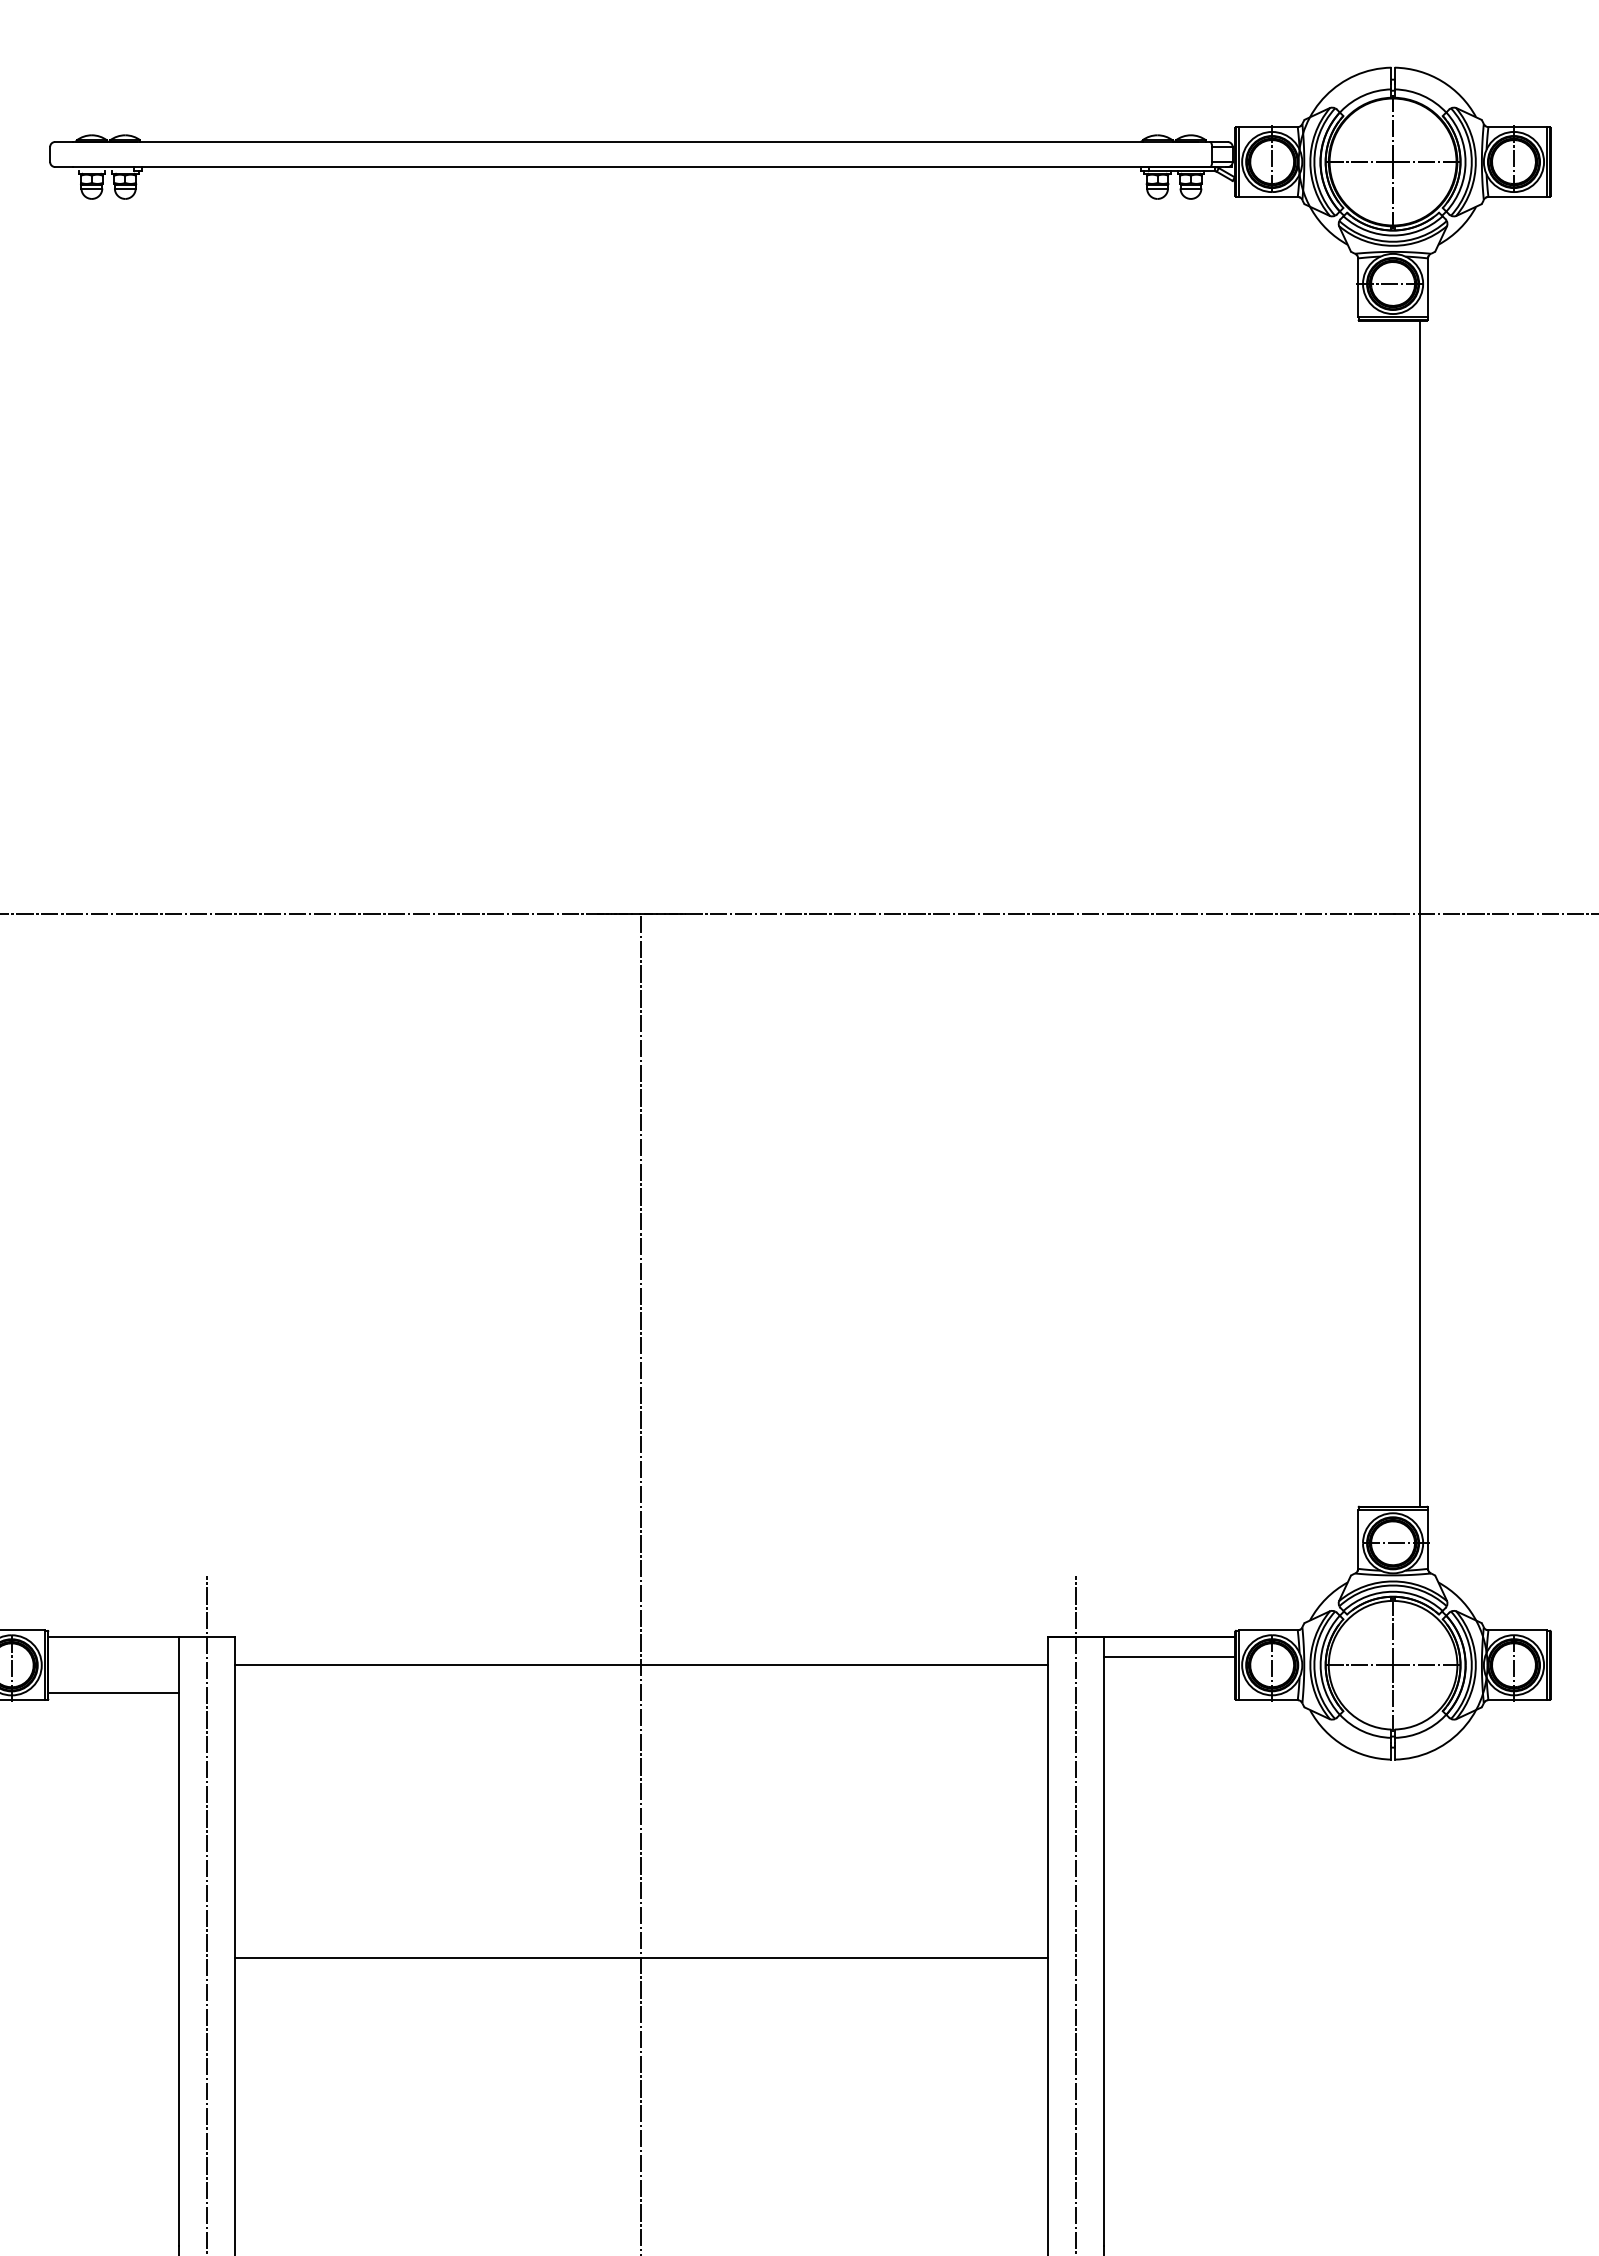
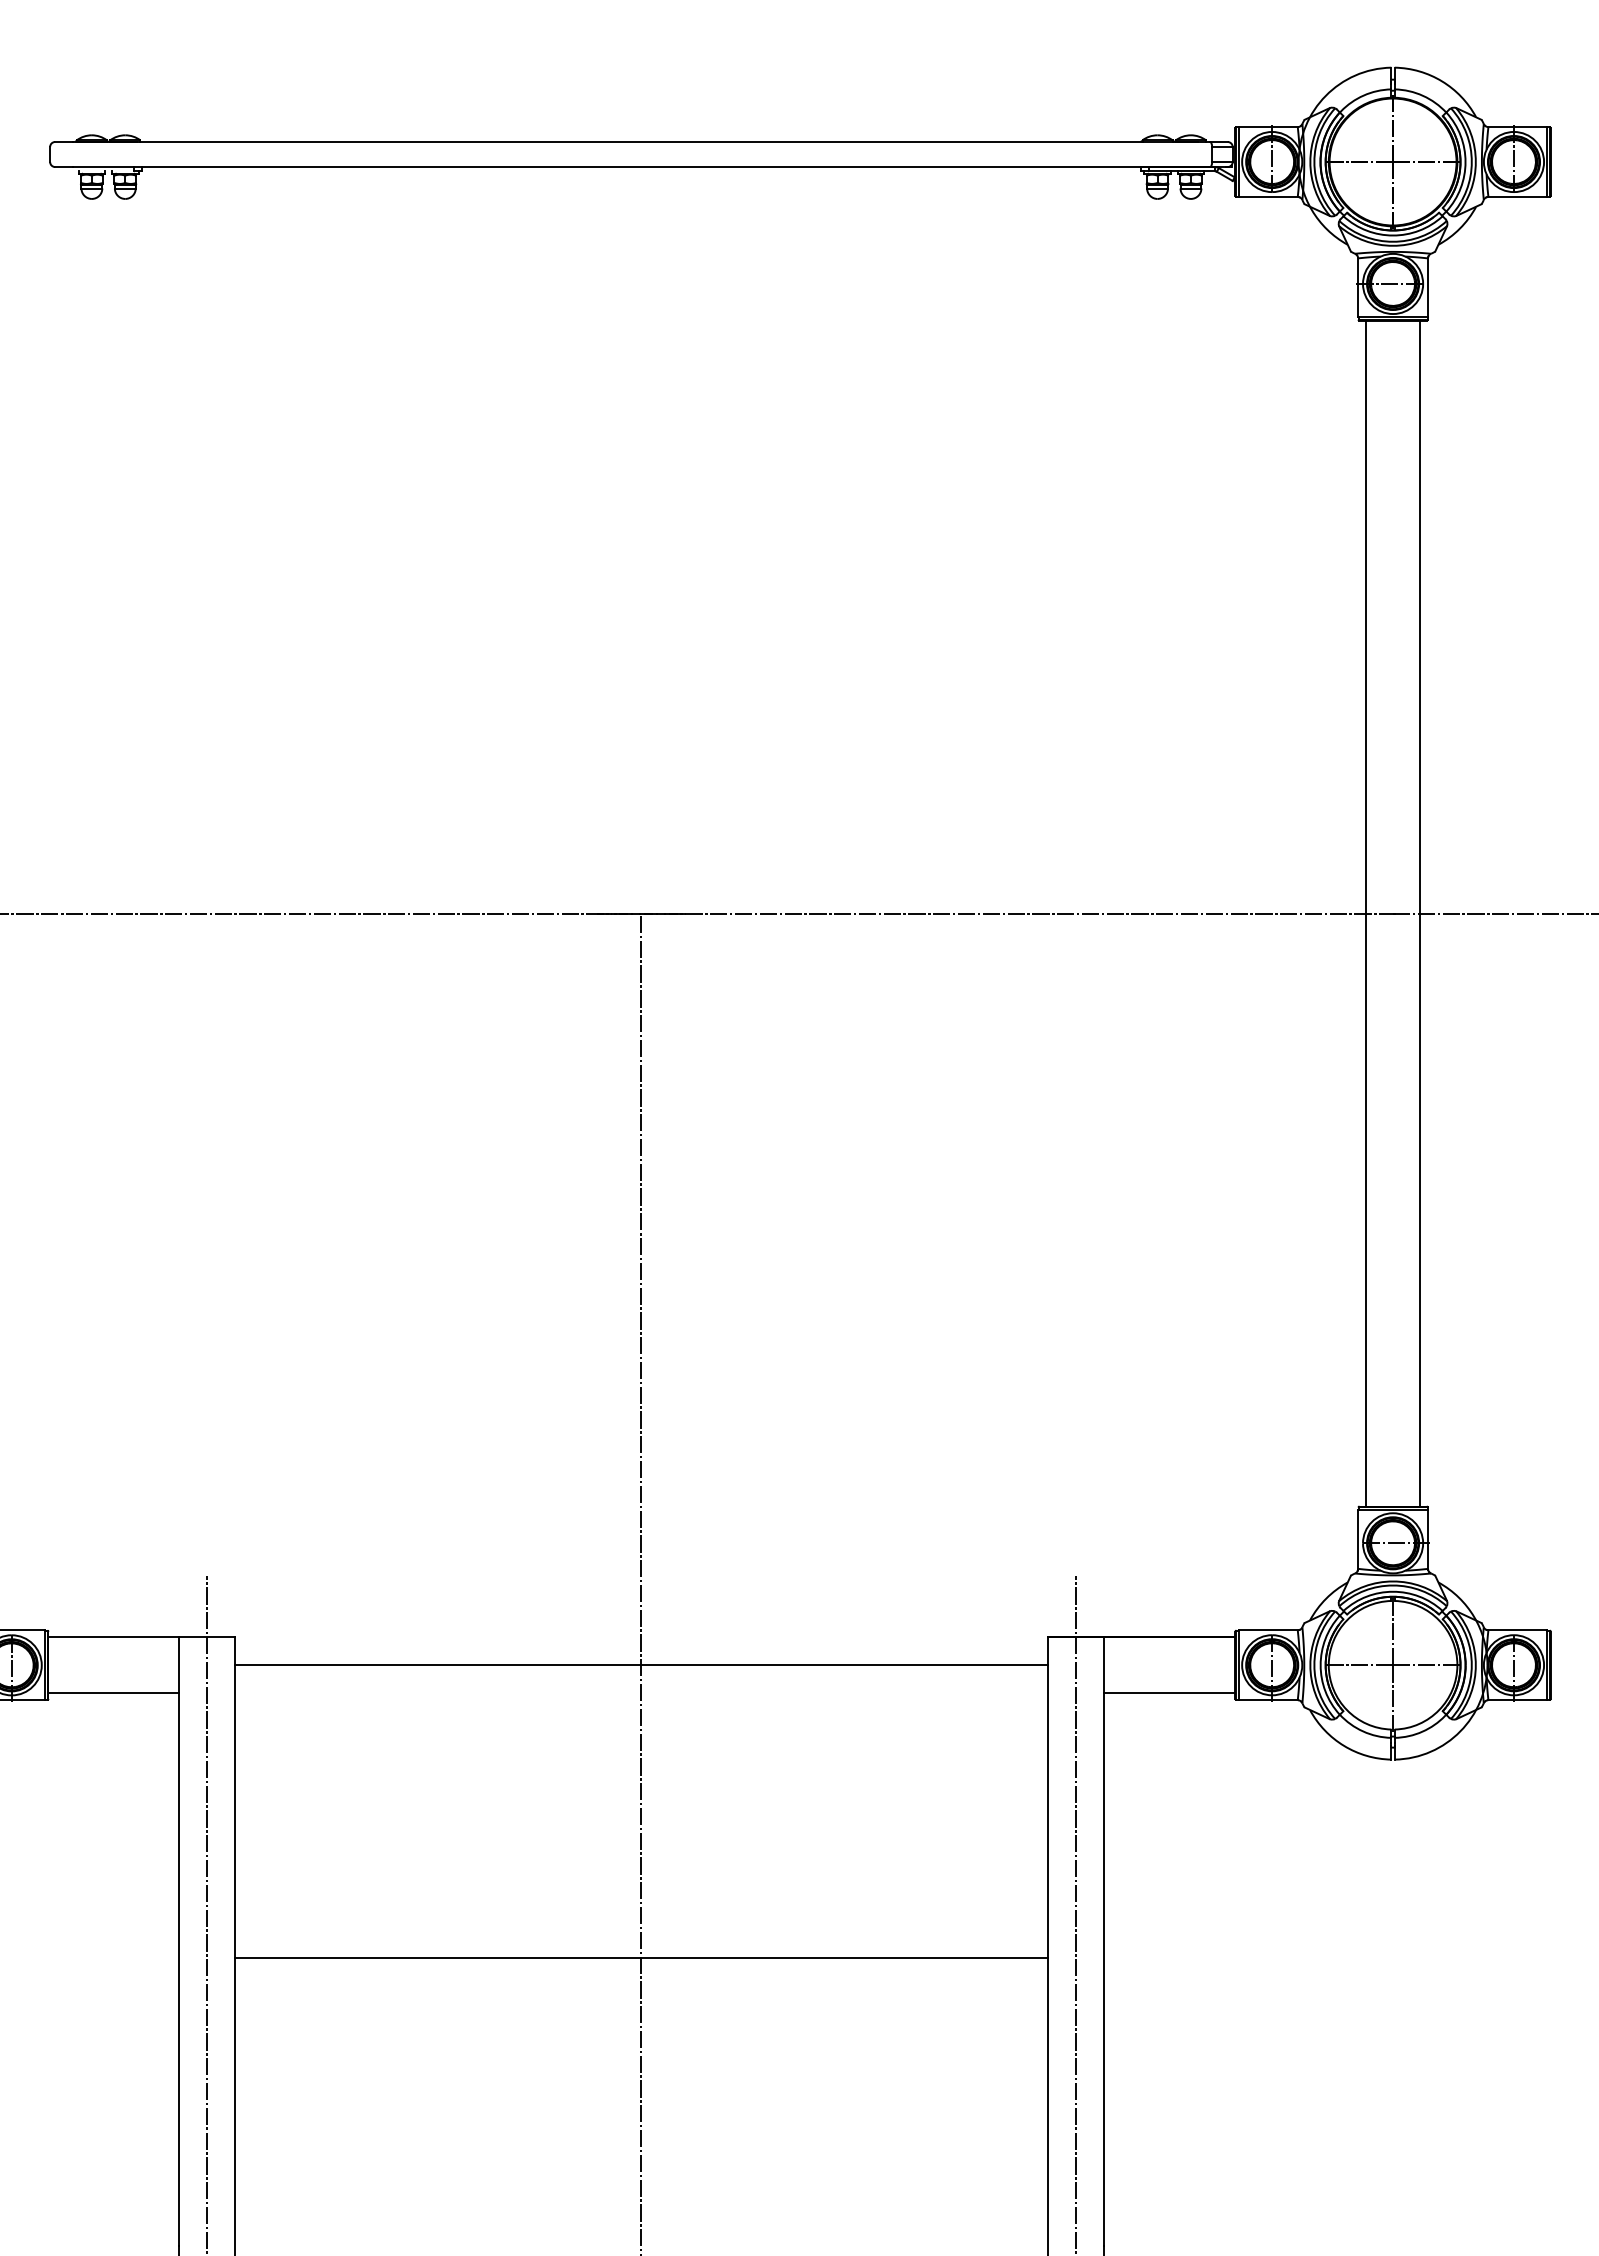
line at (1366, 913): none -> present
line at (1169, 1657) position: (1169, 1657) -> (1169, 1693)
